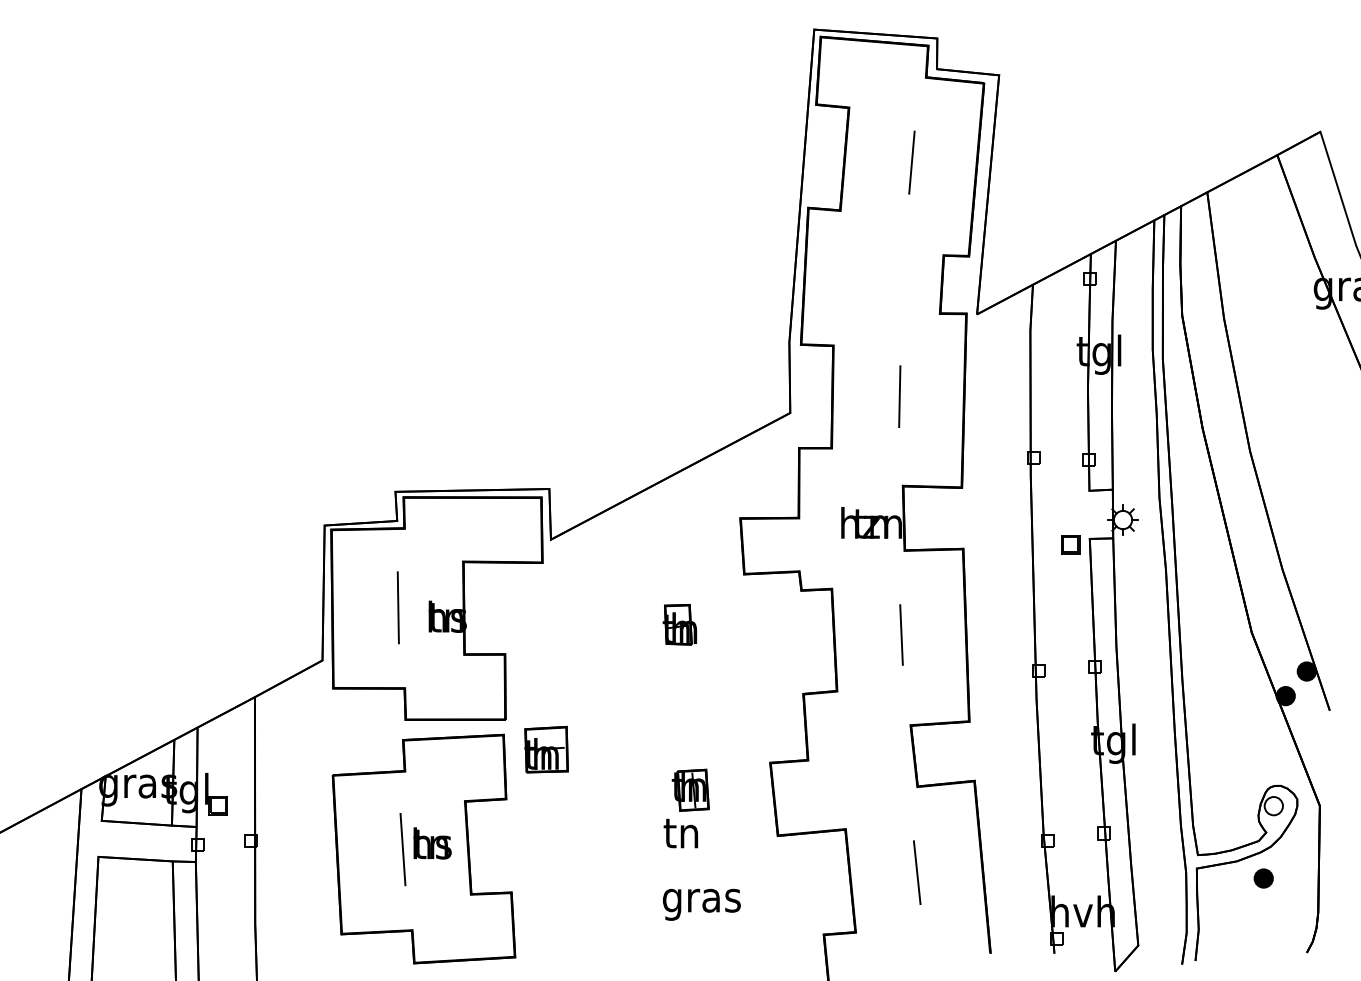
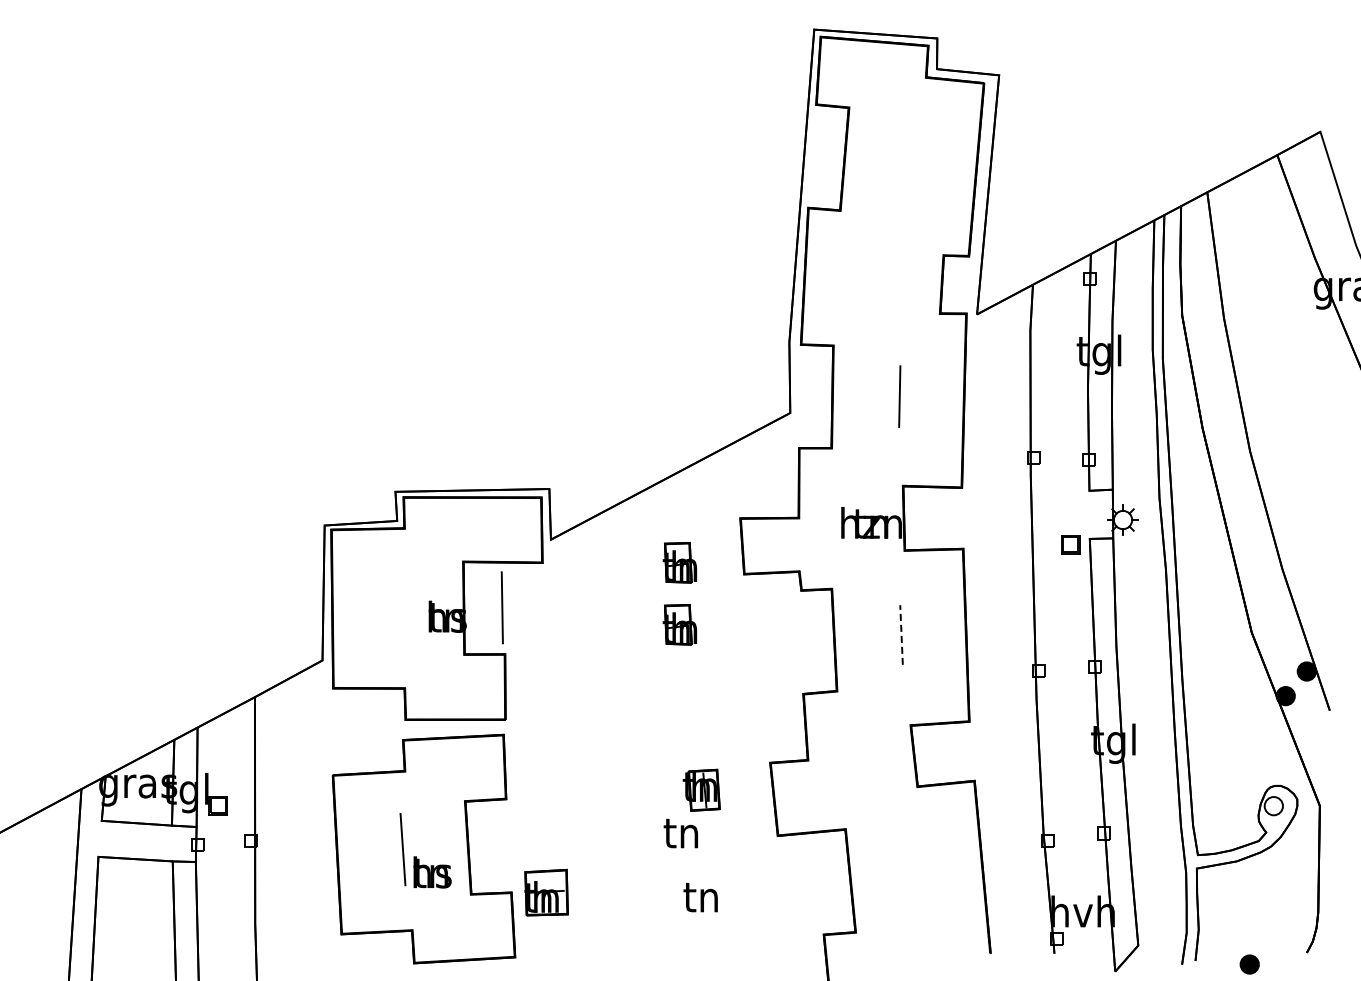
line at (911, 162): present -> none
part at (679, 562): none -> present
line at (397, 607) position: (397, 607) -> (501, 607)
line at (901, 635): solid -> dashed
part at (546, 749) position: (546, 749) -> (546, 892)
part at (690, 789) position: (690, 789) -> (701, 789)
text at (432, 843) position: (432, 843) -> (432, 872)
line at (916, 872): present -> none
part at (1263, 878) position: (1263, 878) -> (1249, 964)
text at (701, 901): gras -> tn
